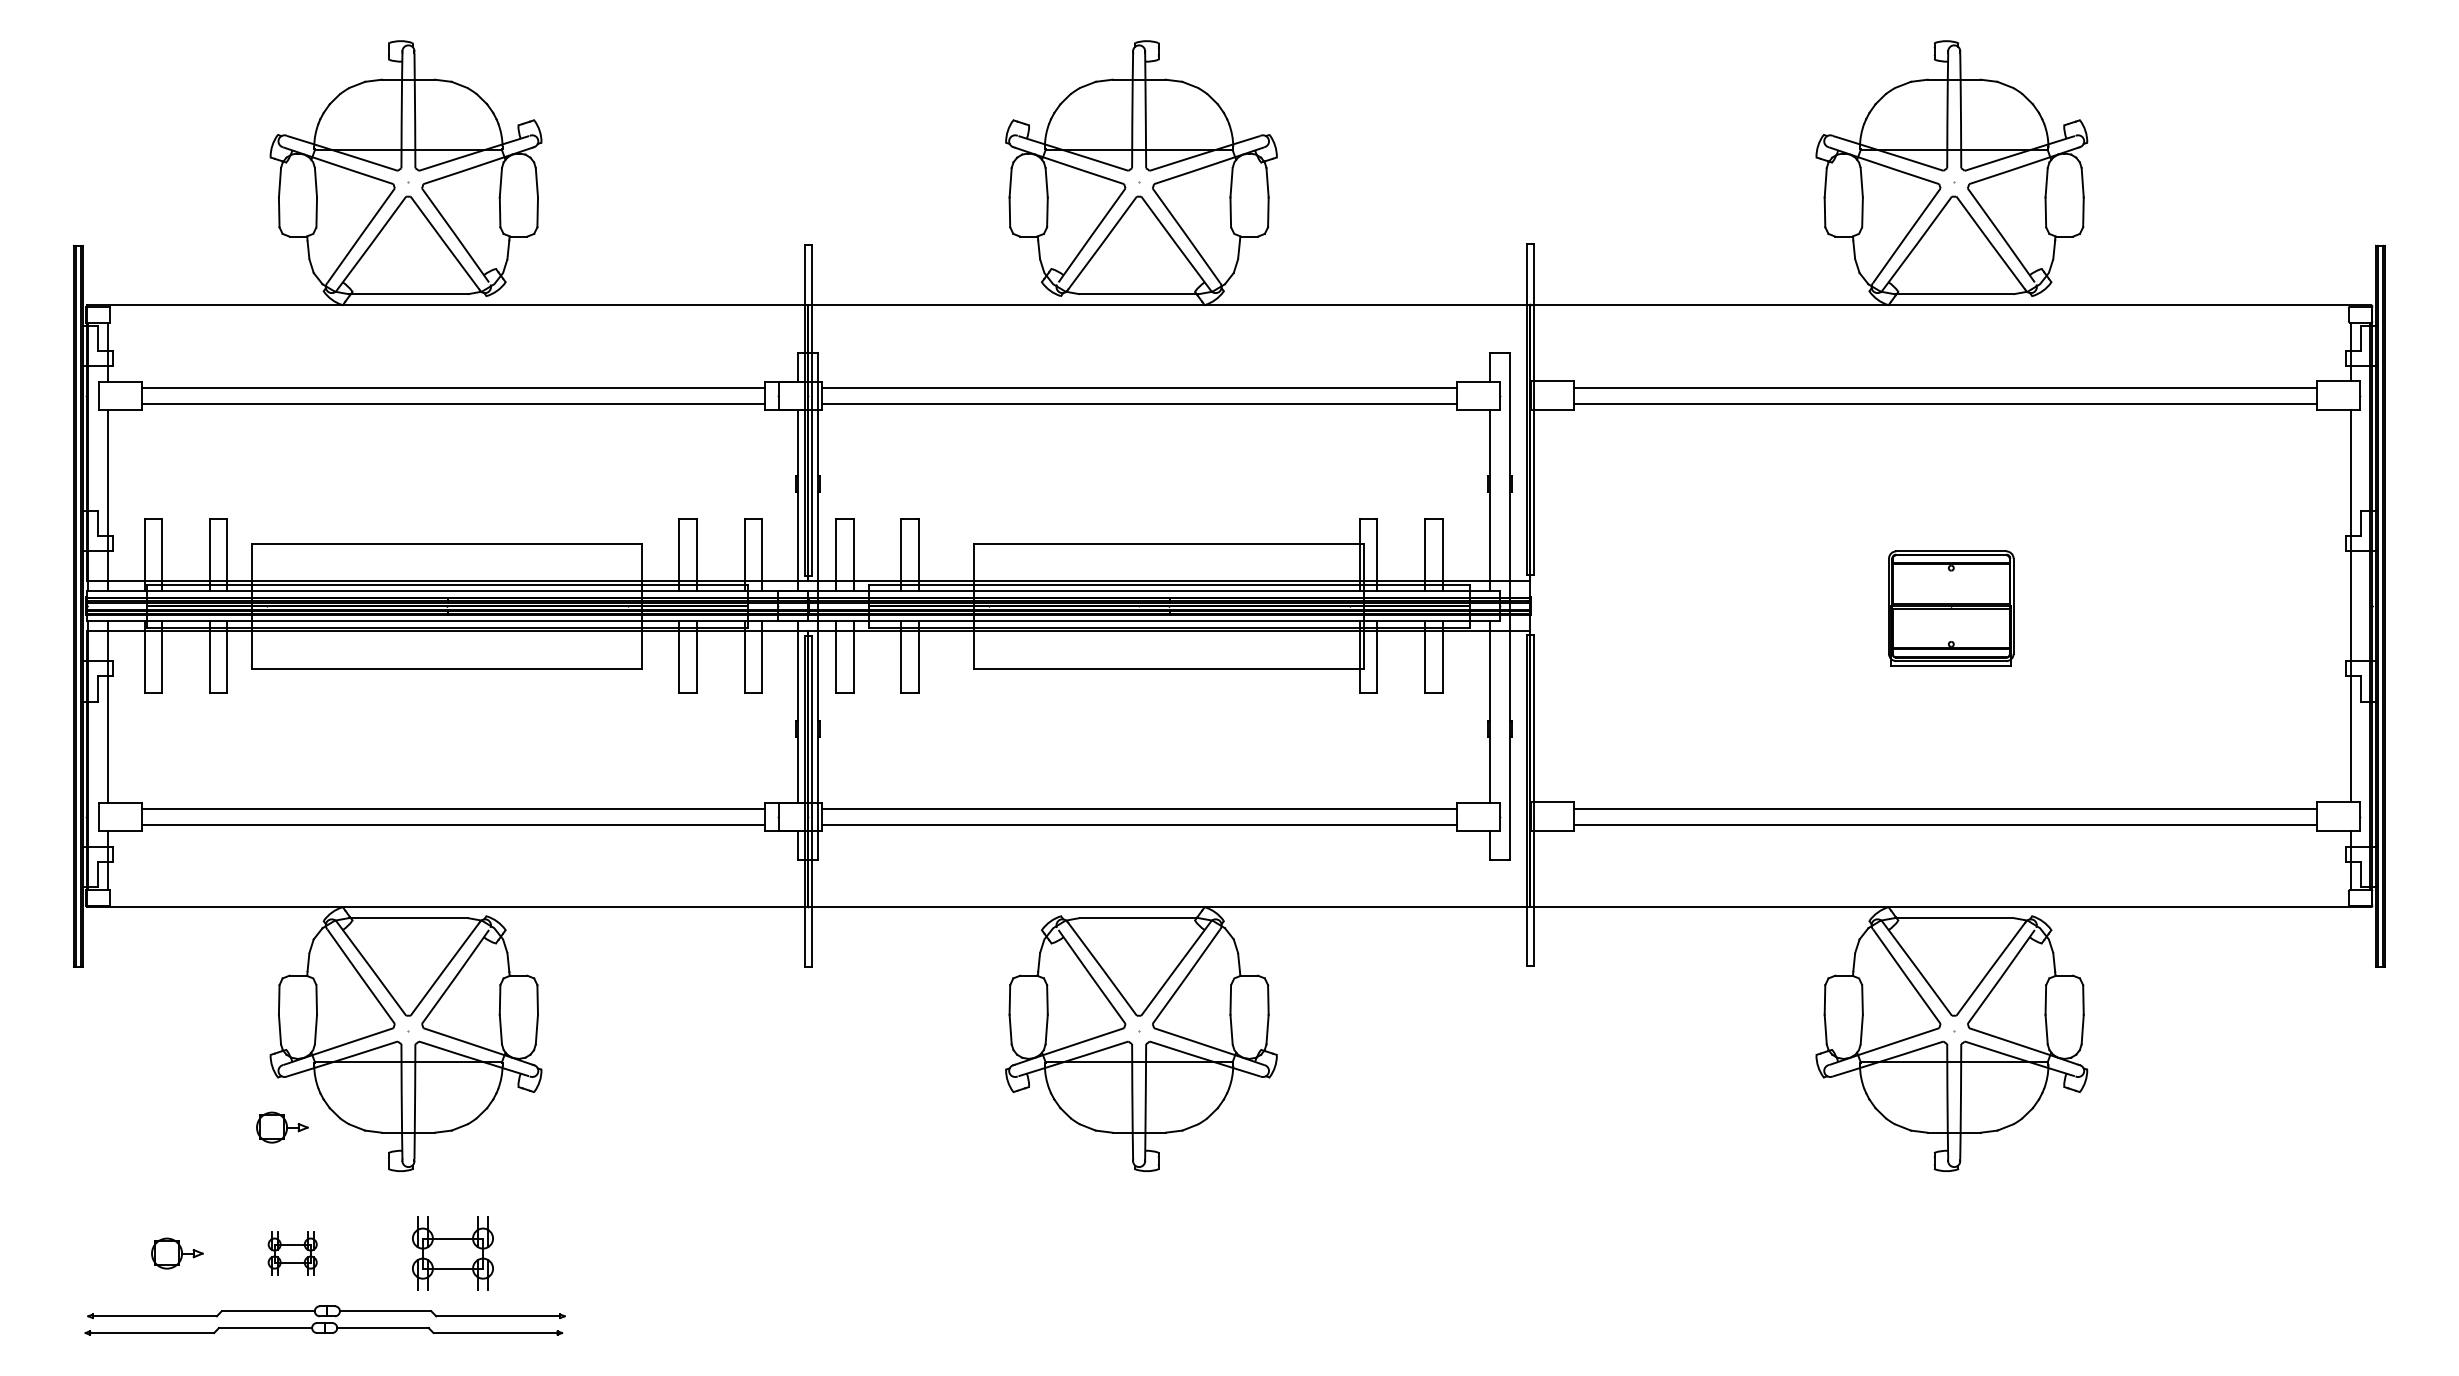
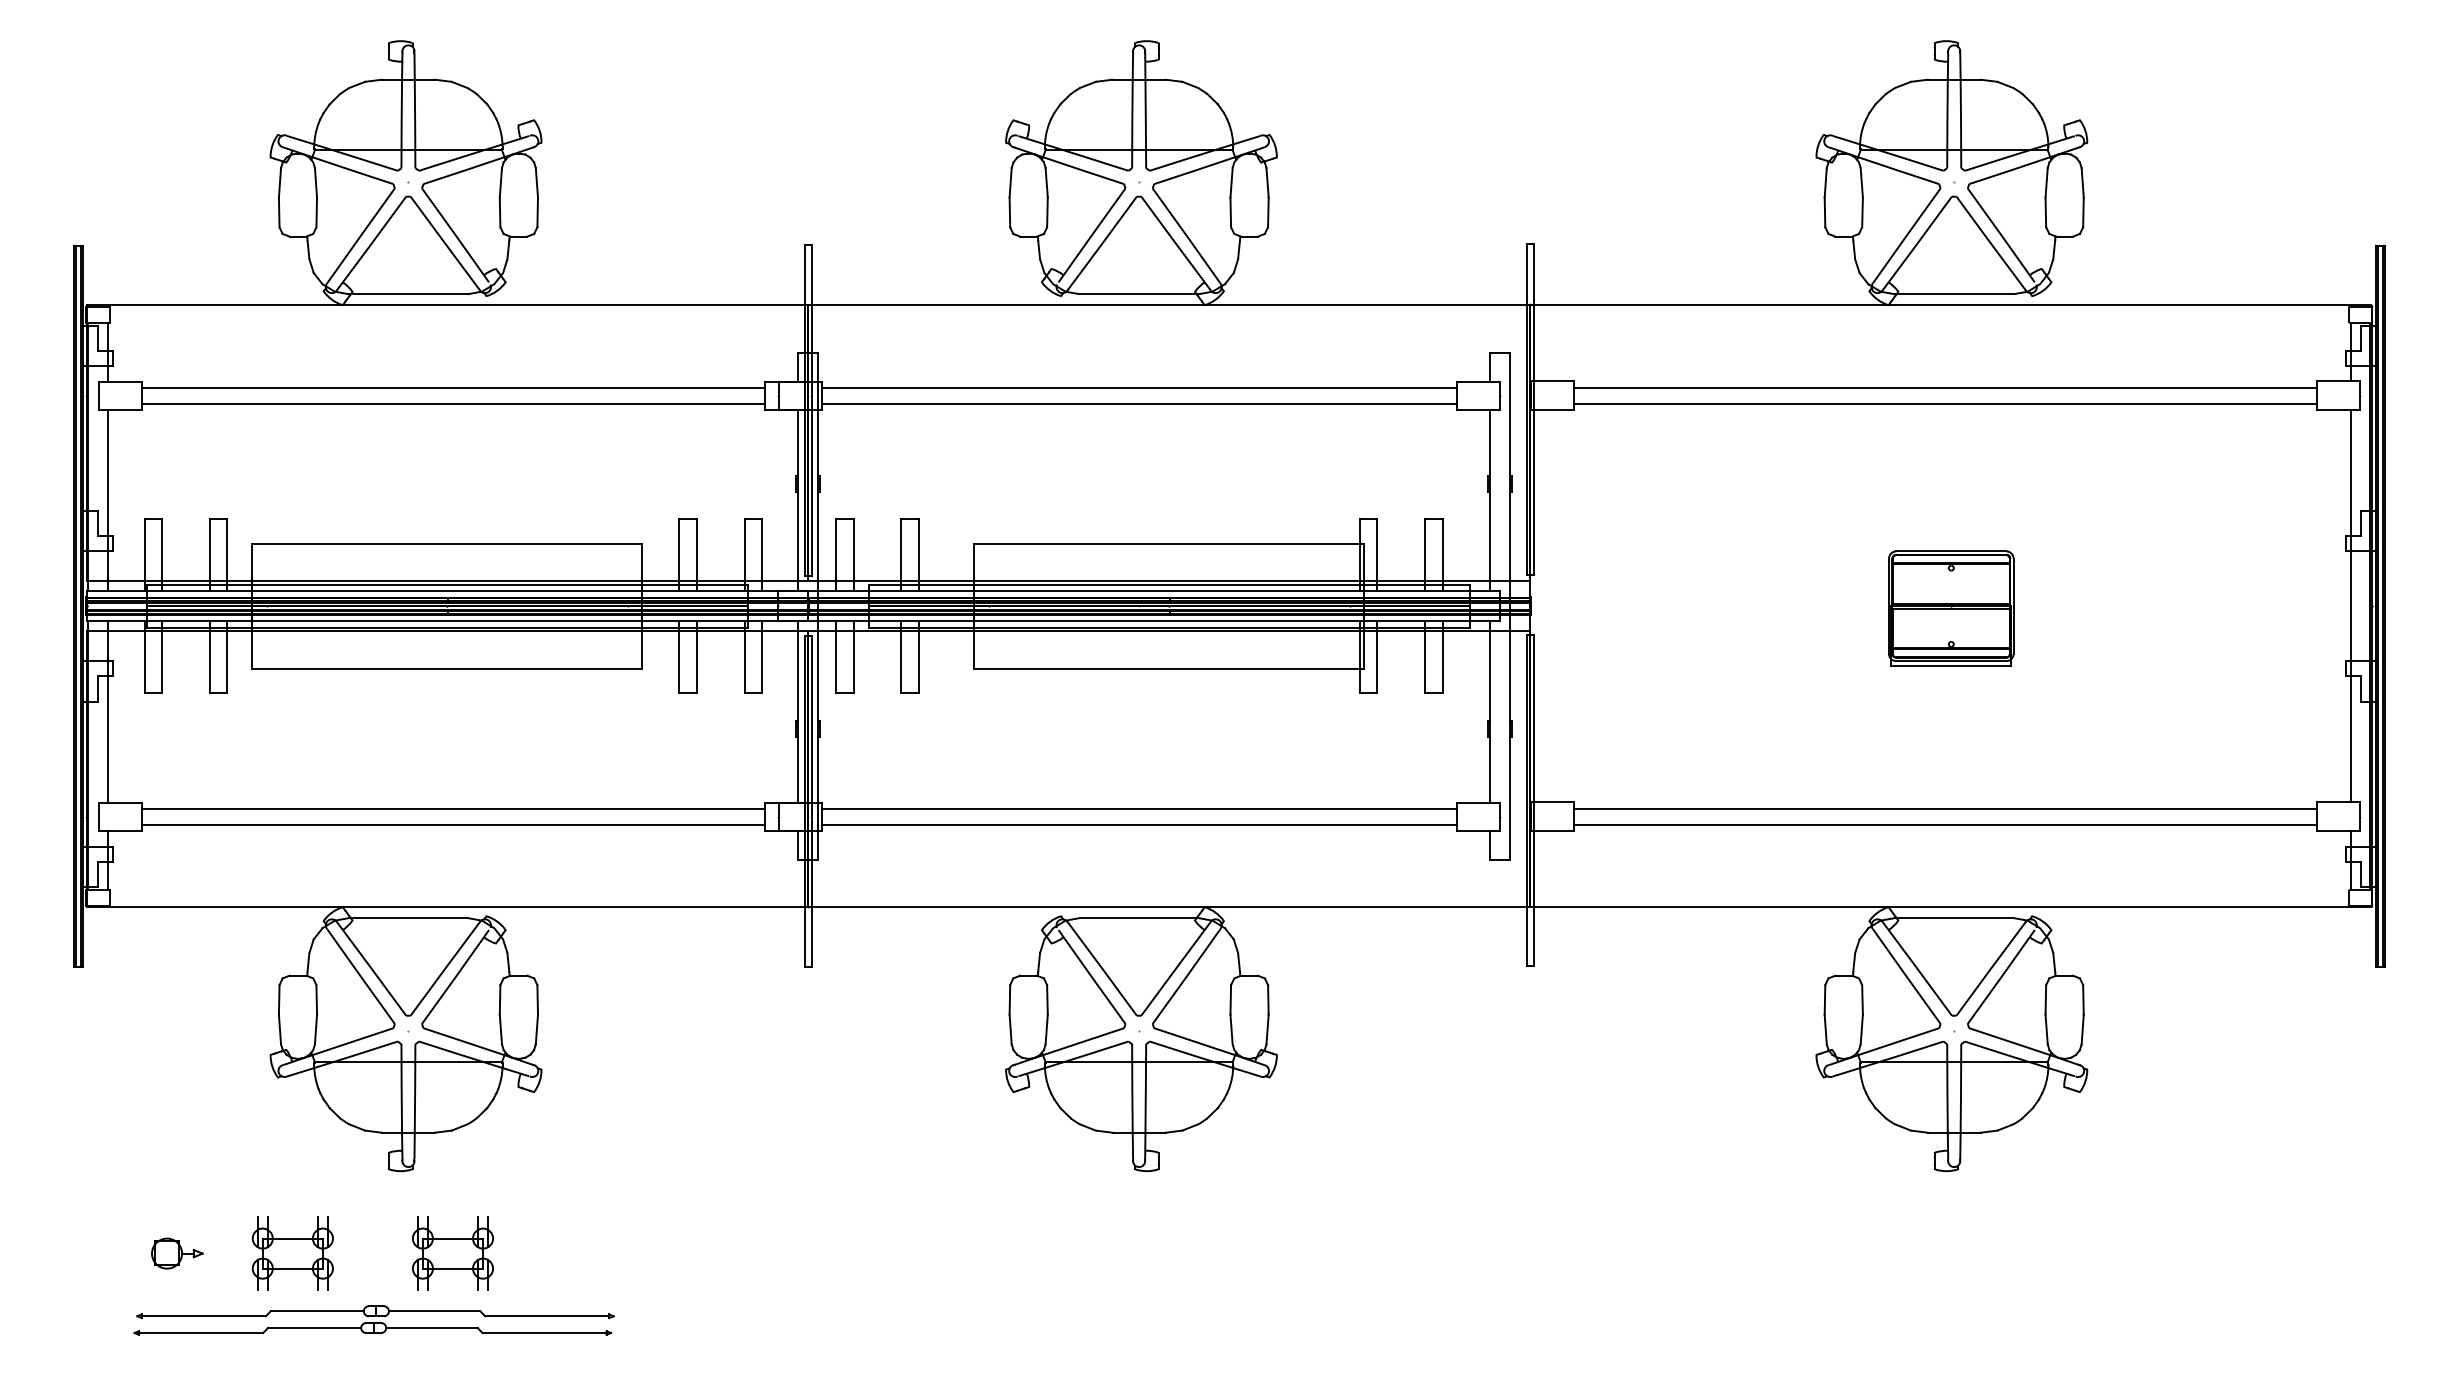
part at (282, 1127): present -> none
part at (292, 1253) size: 51x45 px -> 83x75 px
part at (324, 1320) position: (324, 1320) -> (373, 1320)
